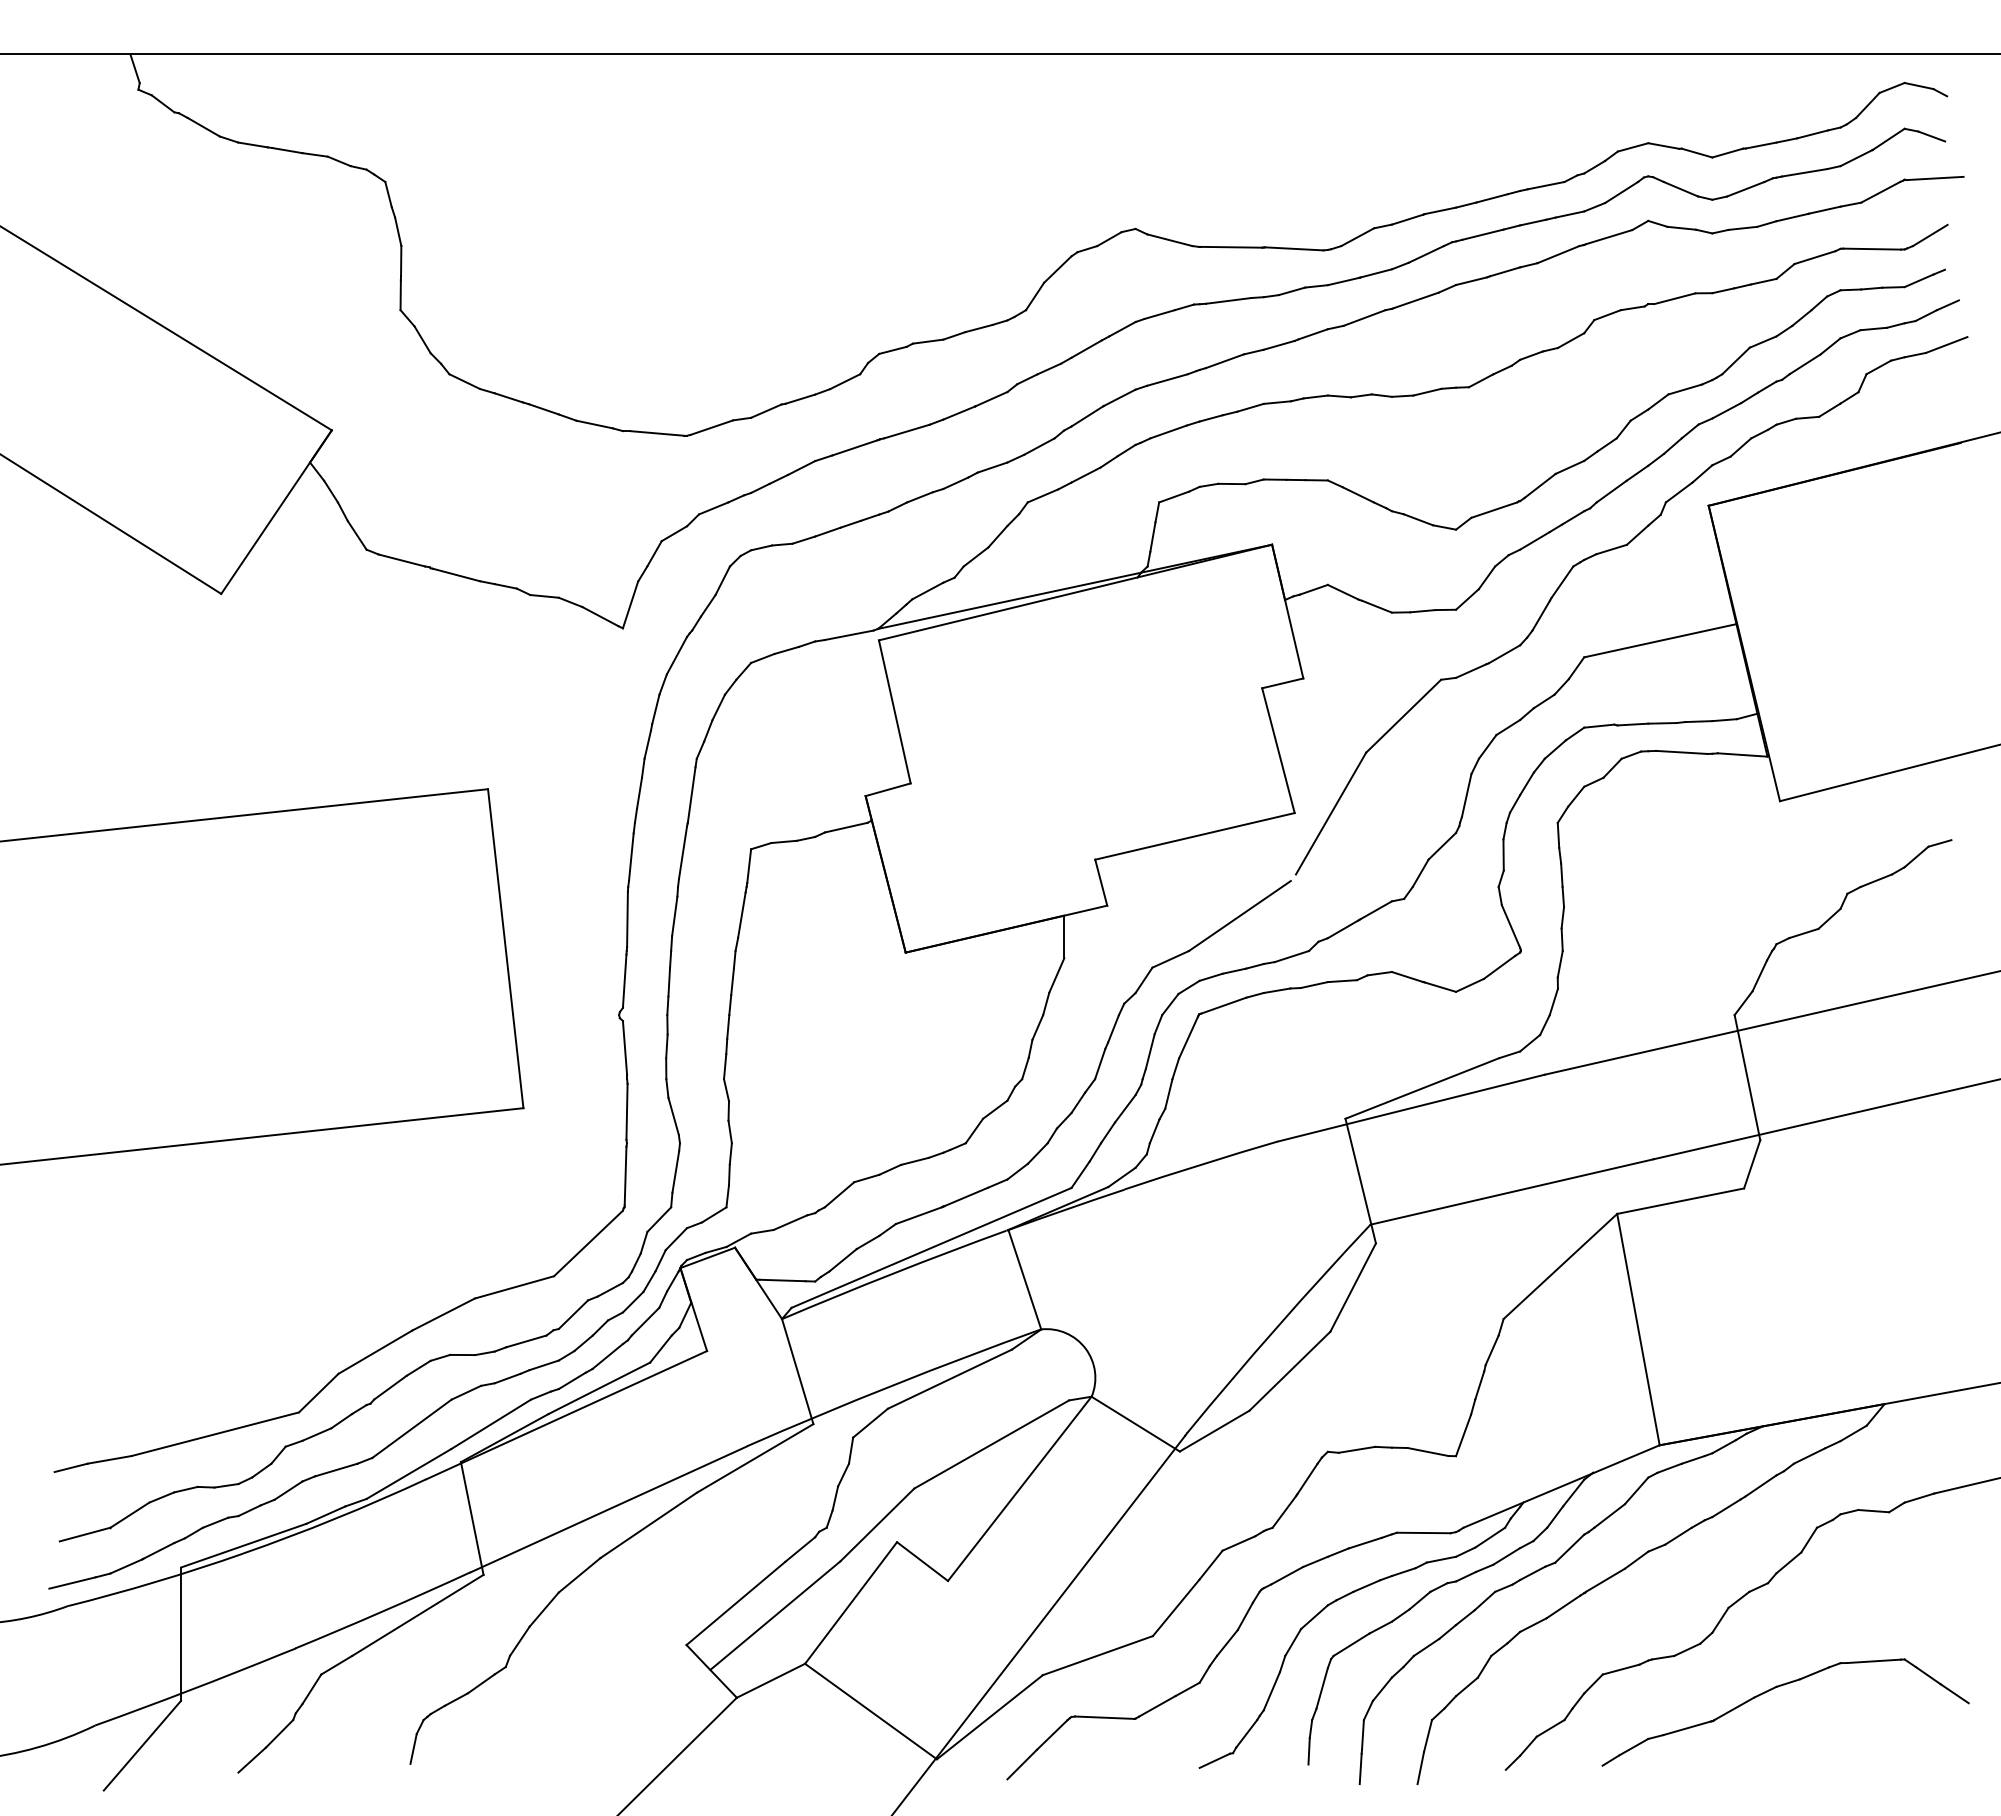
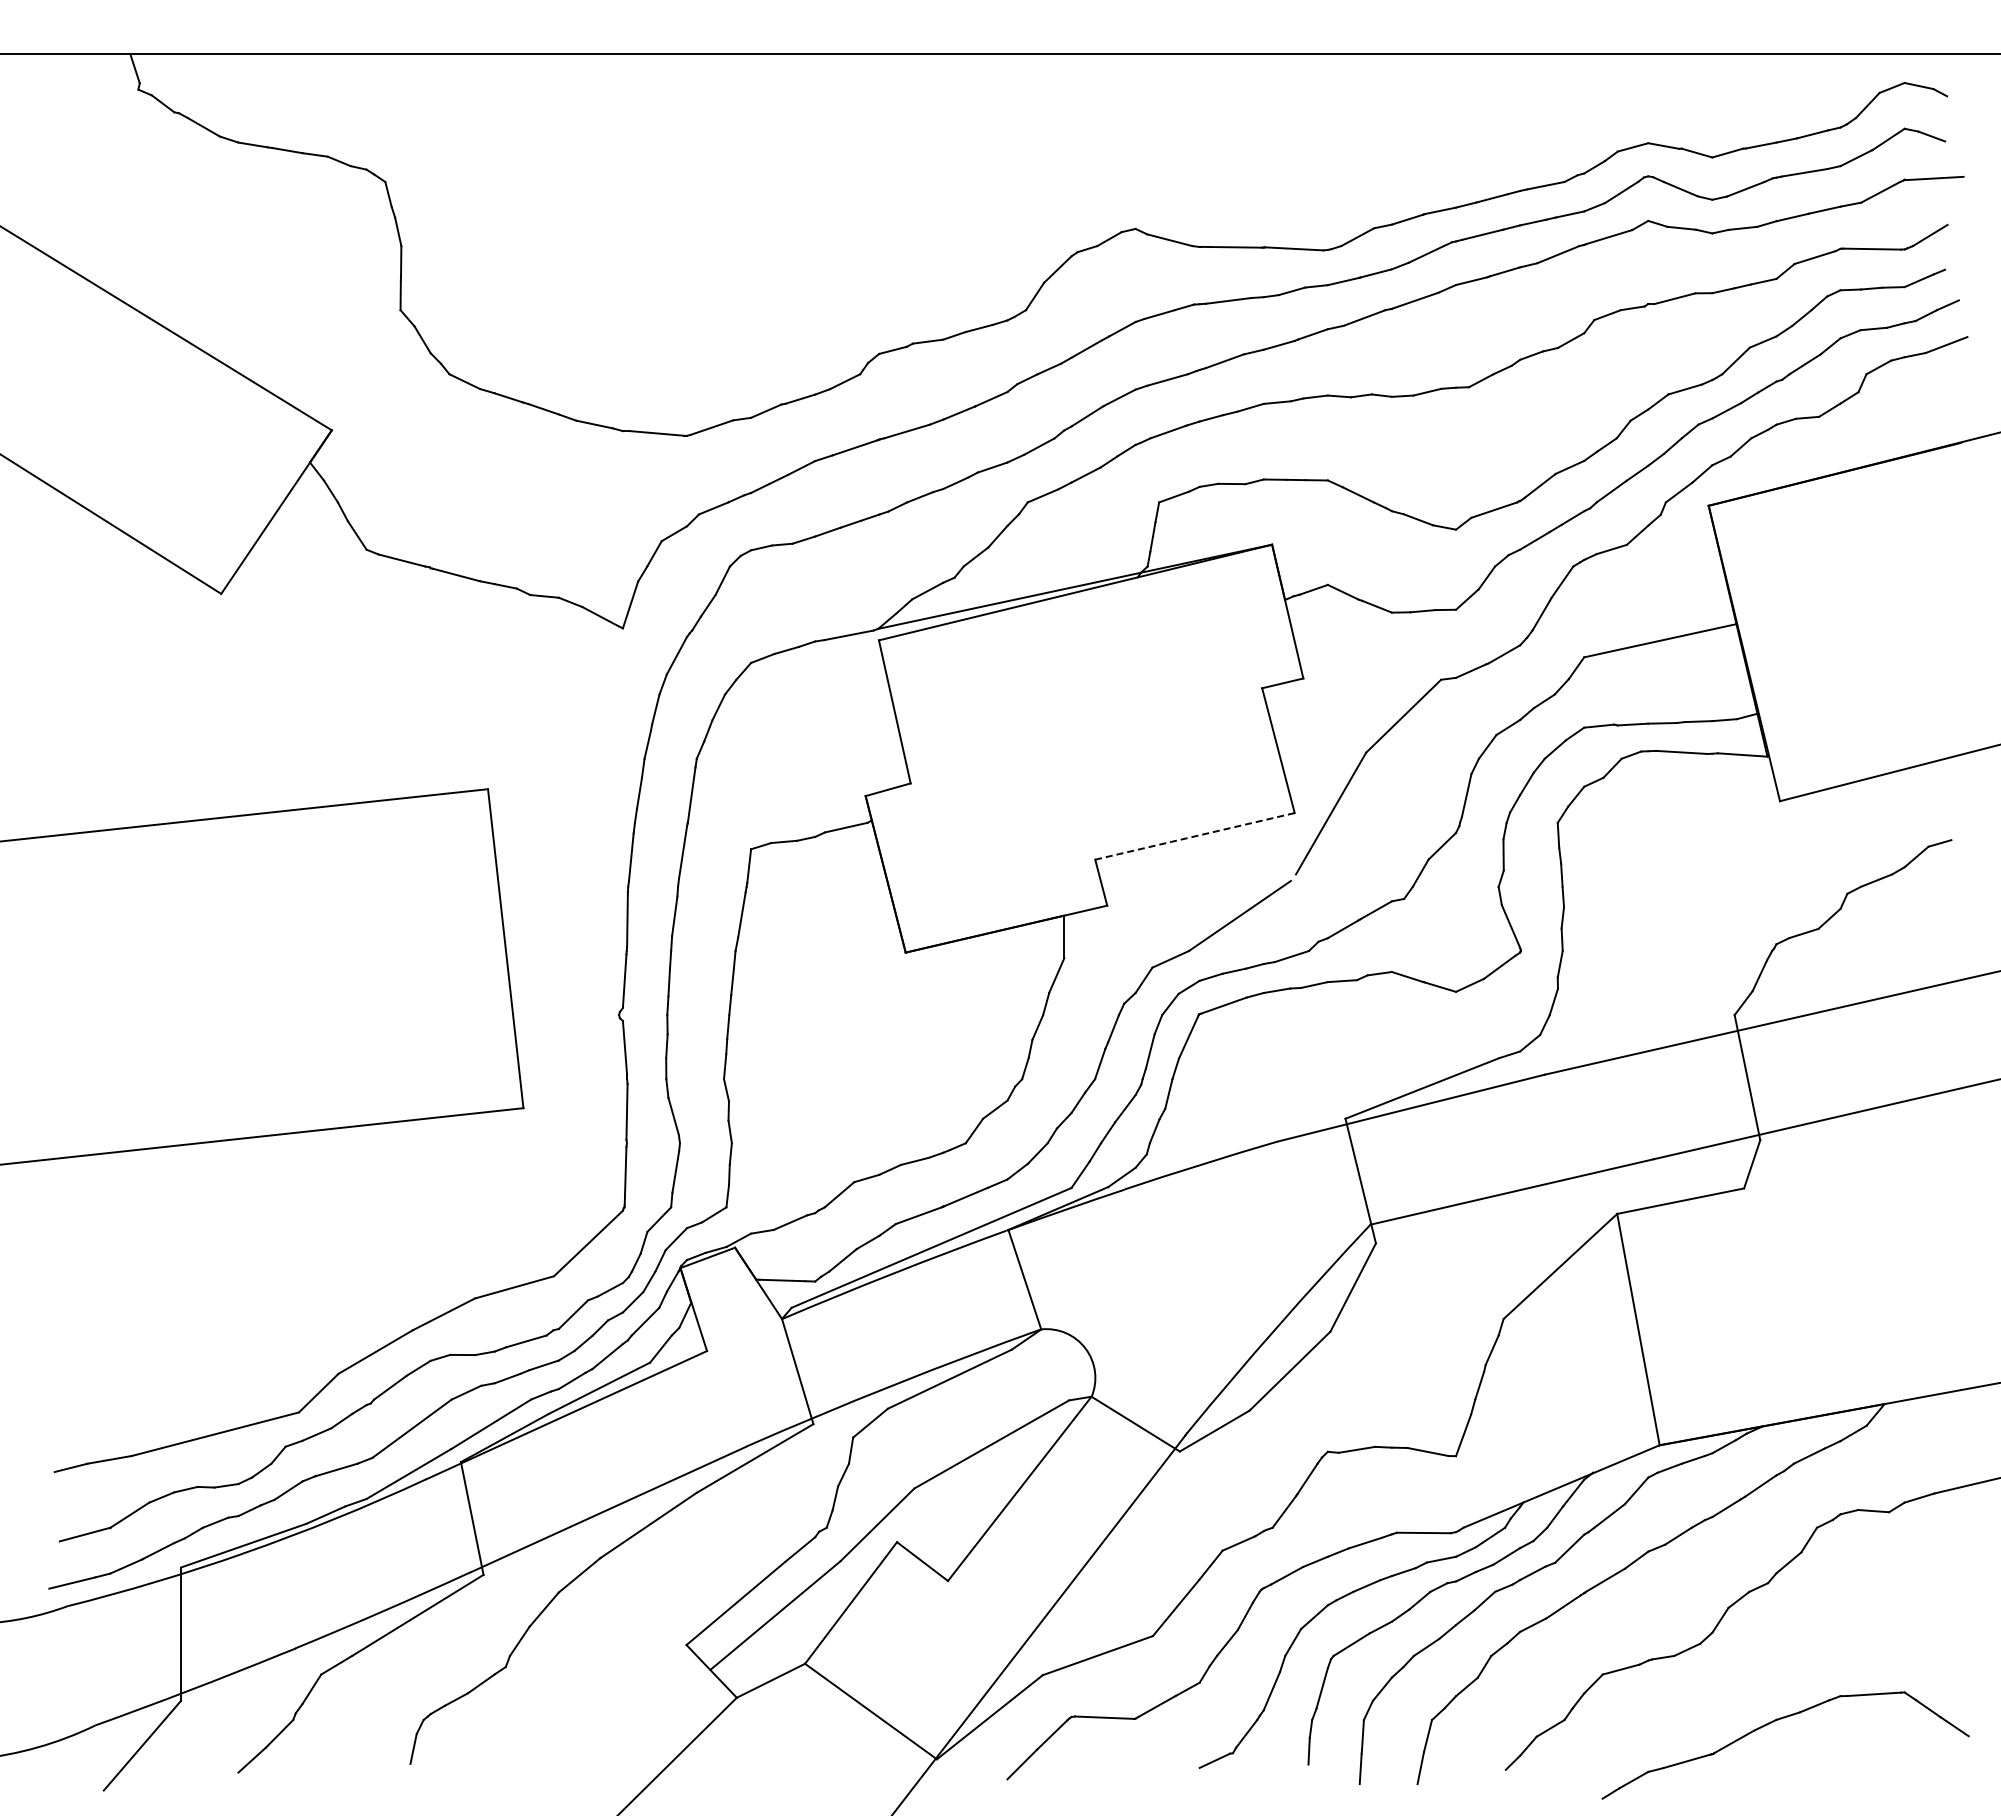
line at (1194, 836): solid -> dashed
part at (1773, 1689) position: (1773, 1689) -> (1773, 1722)
